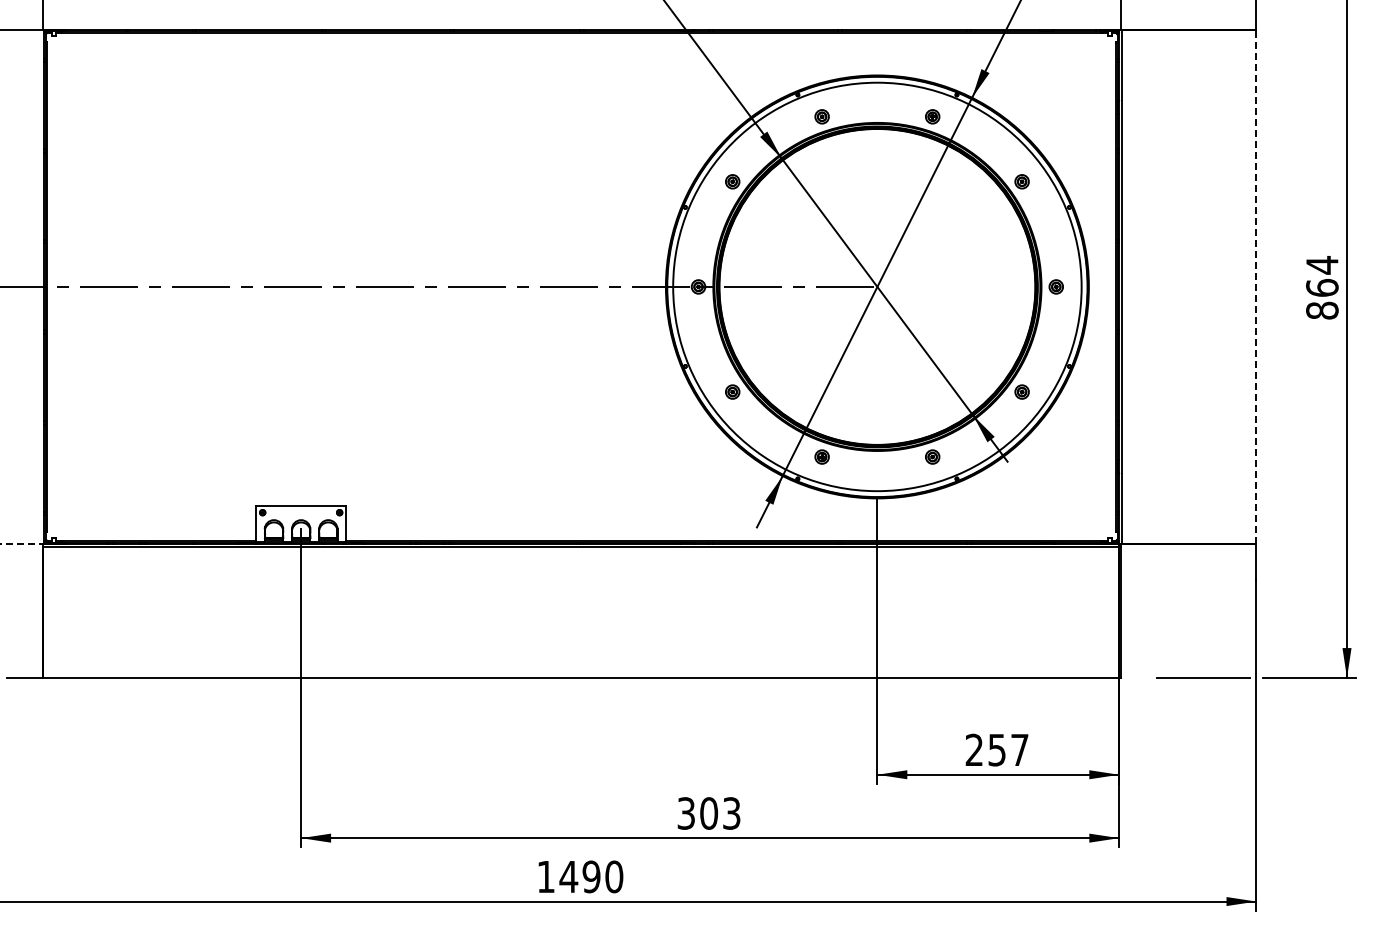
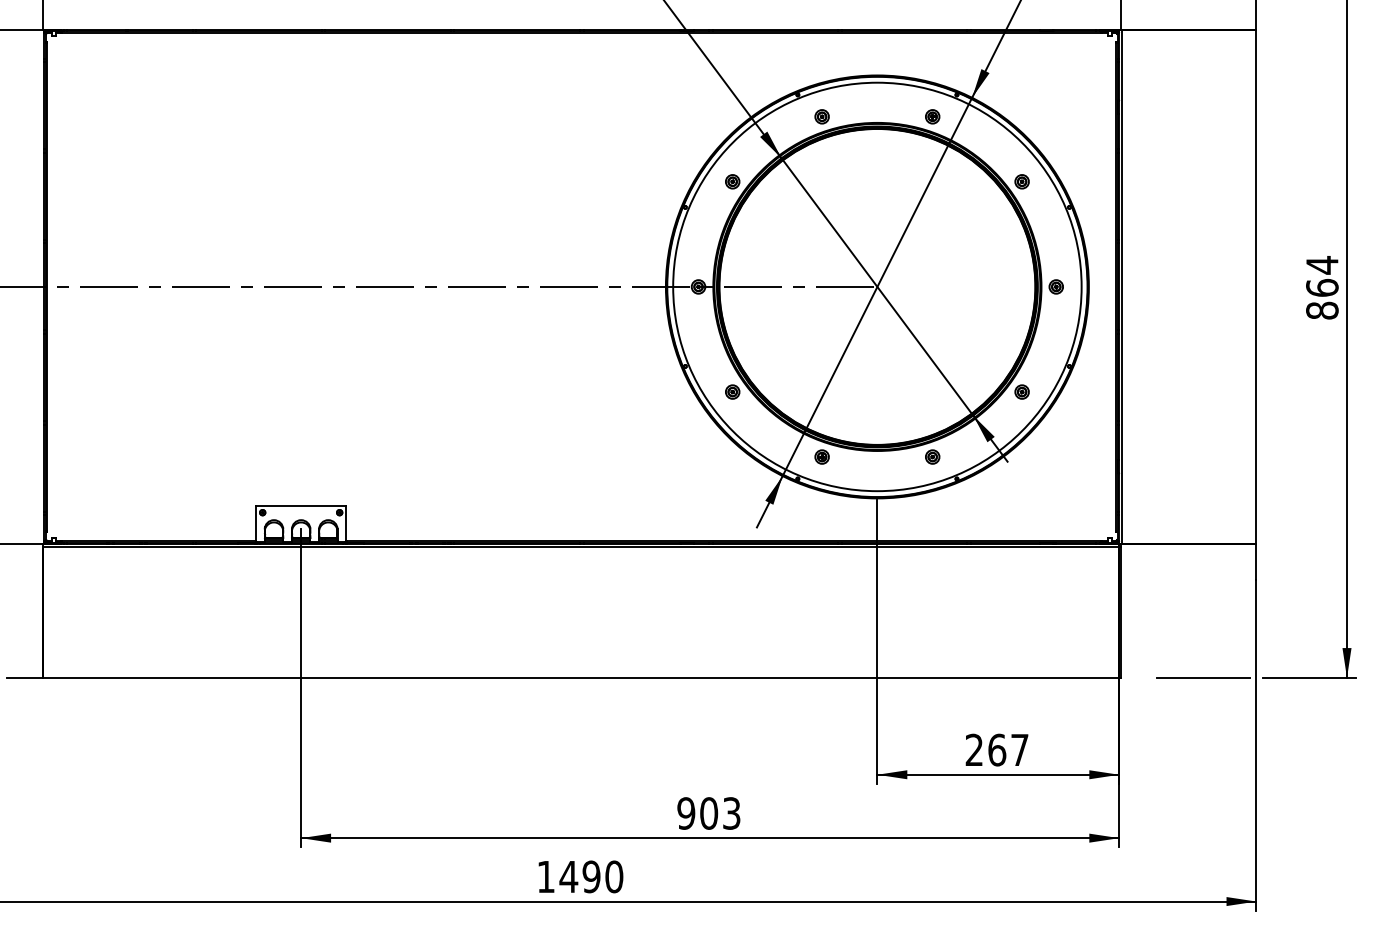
line at (1256, 286): dashed -> solid
line at (21, 543): dashed -> solid
text at (997, 749): 257 -> 267
text at (686, 813): 303 -> 903
